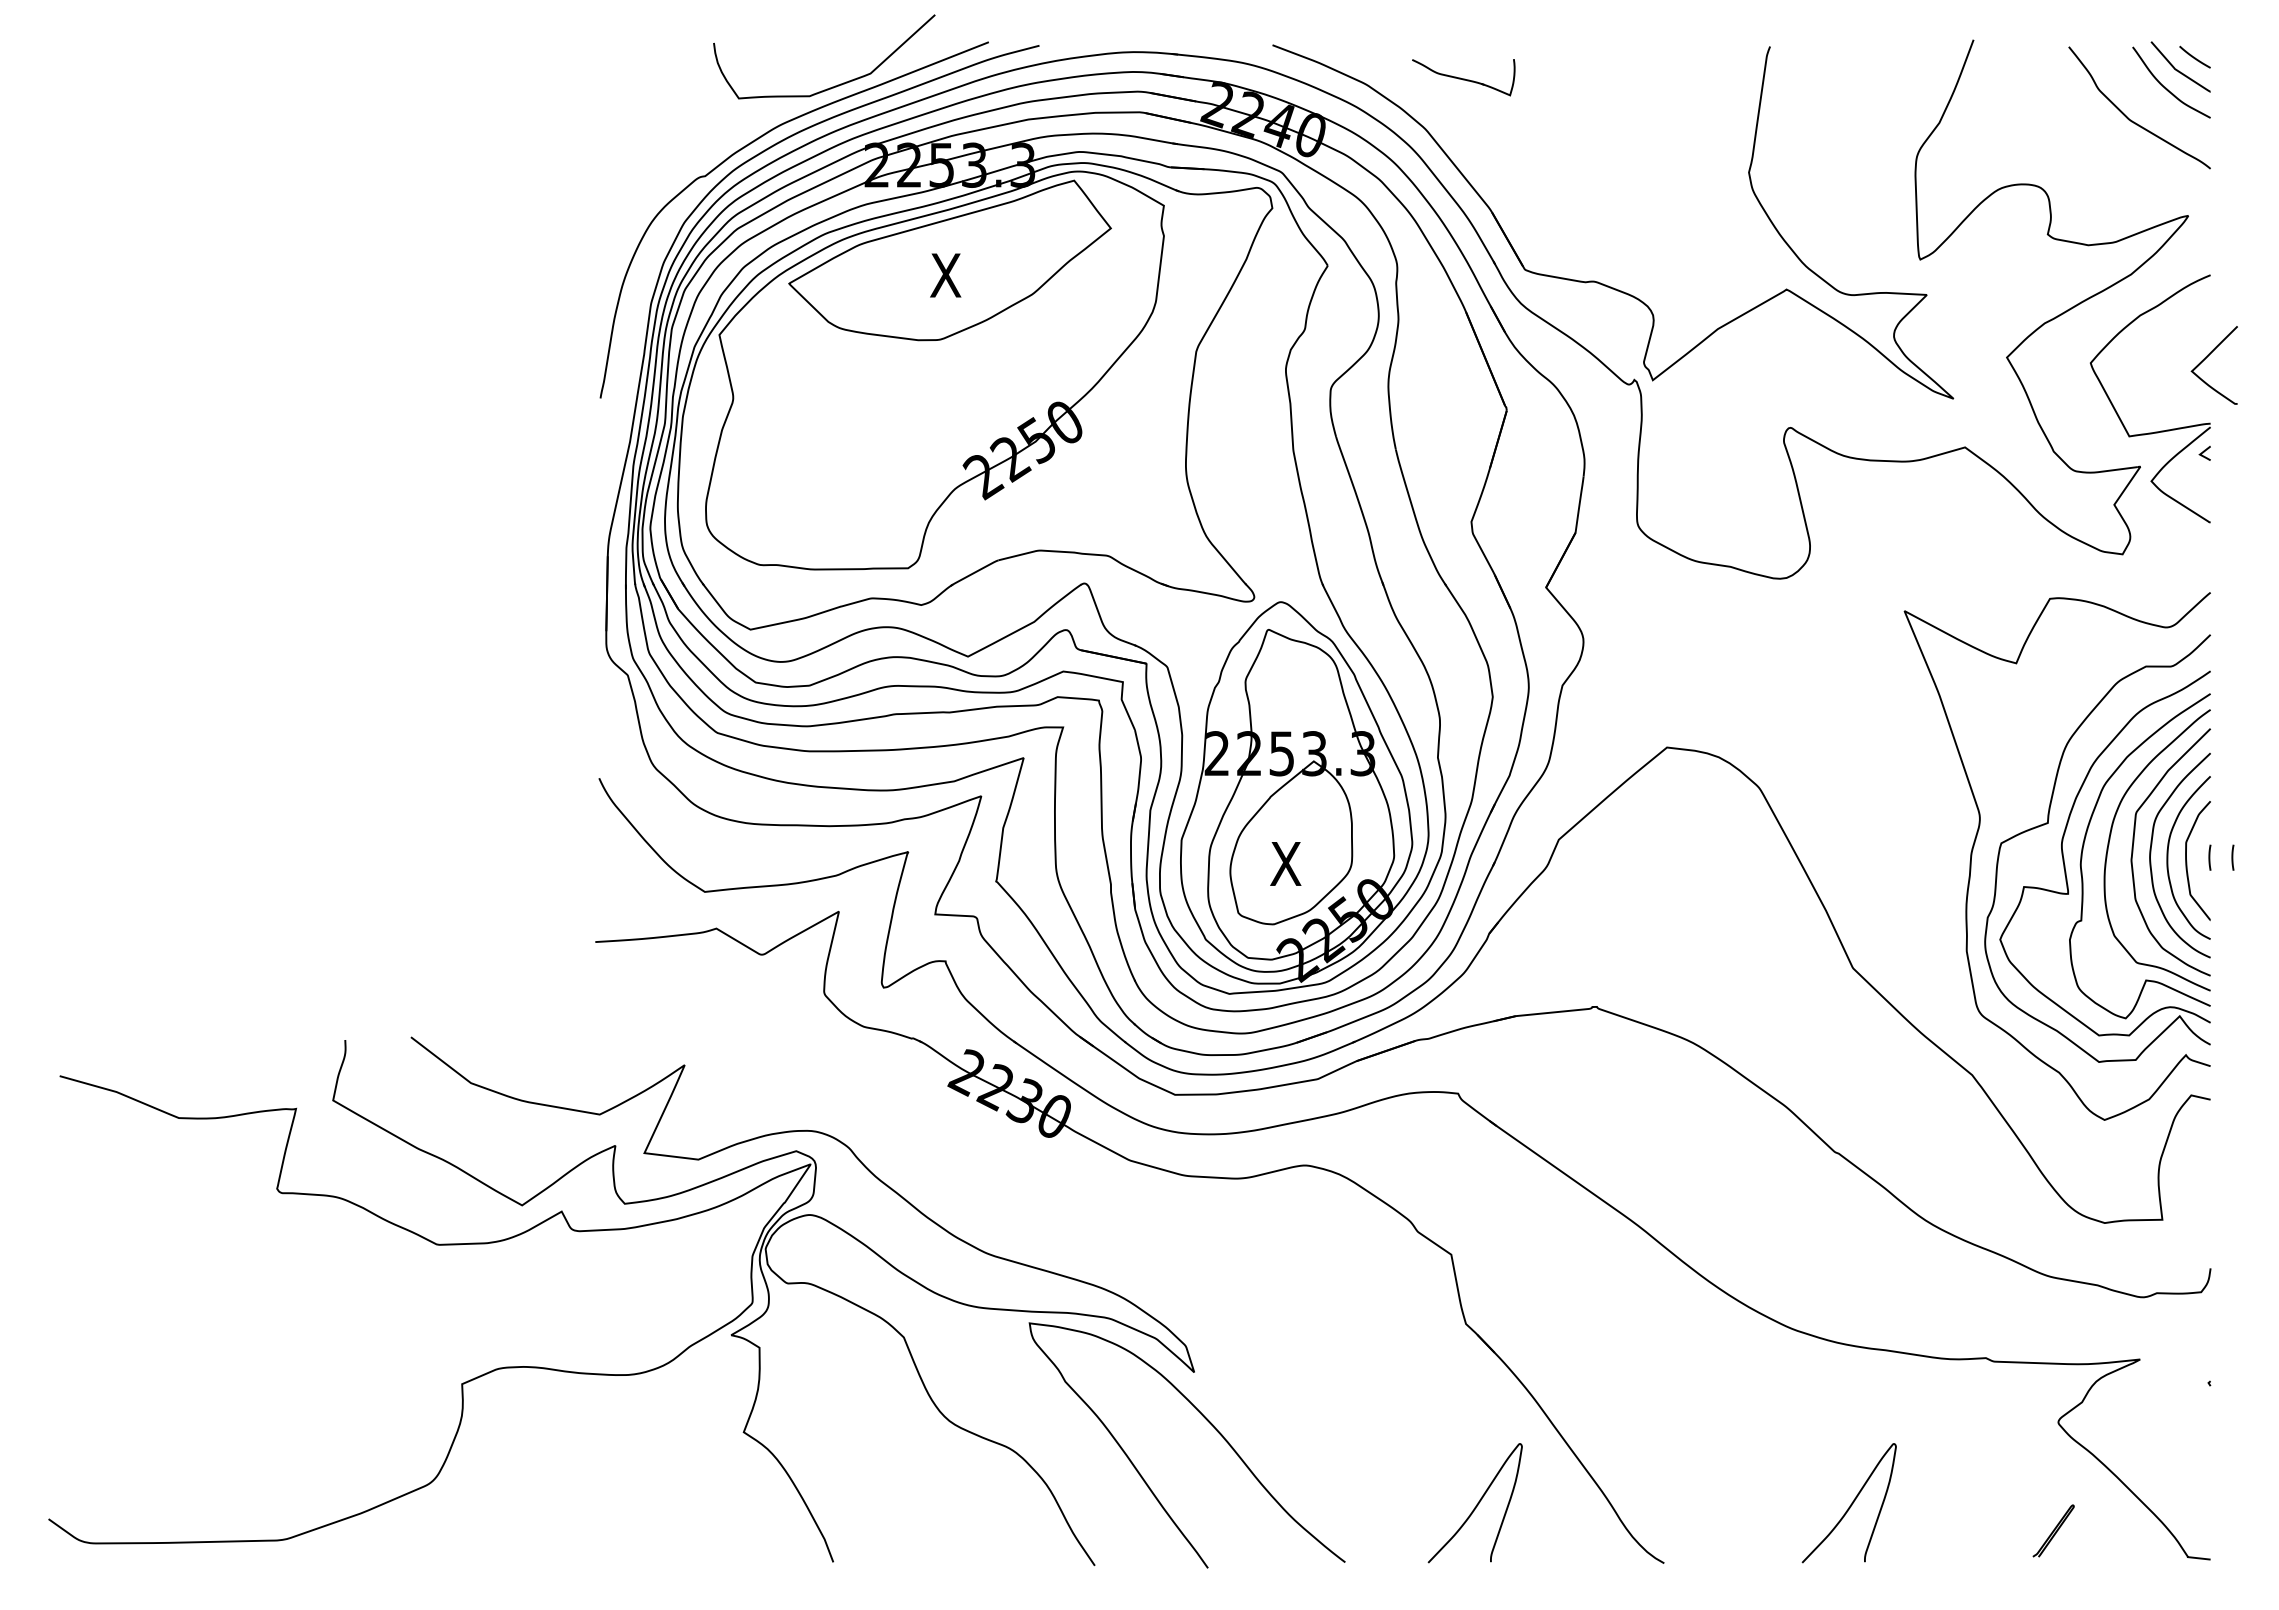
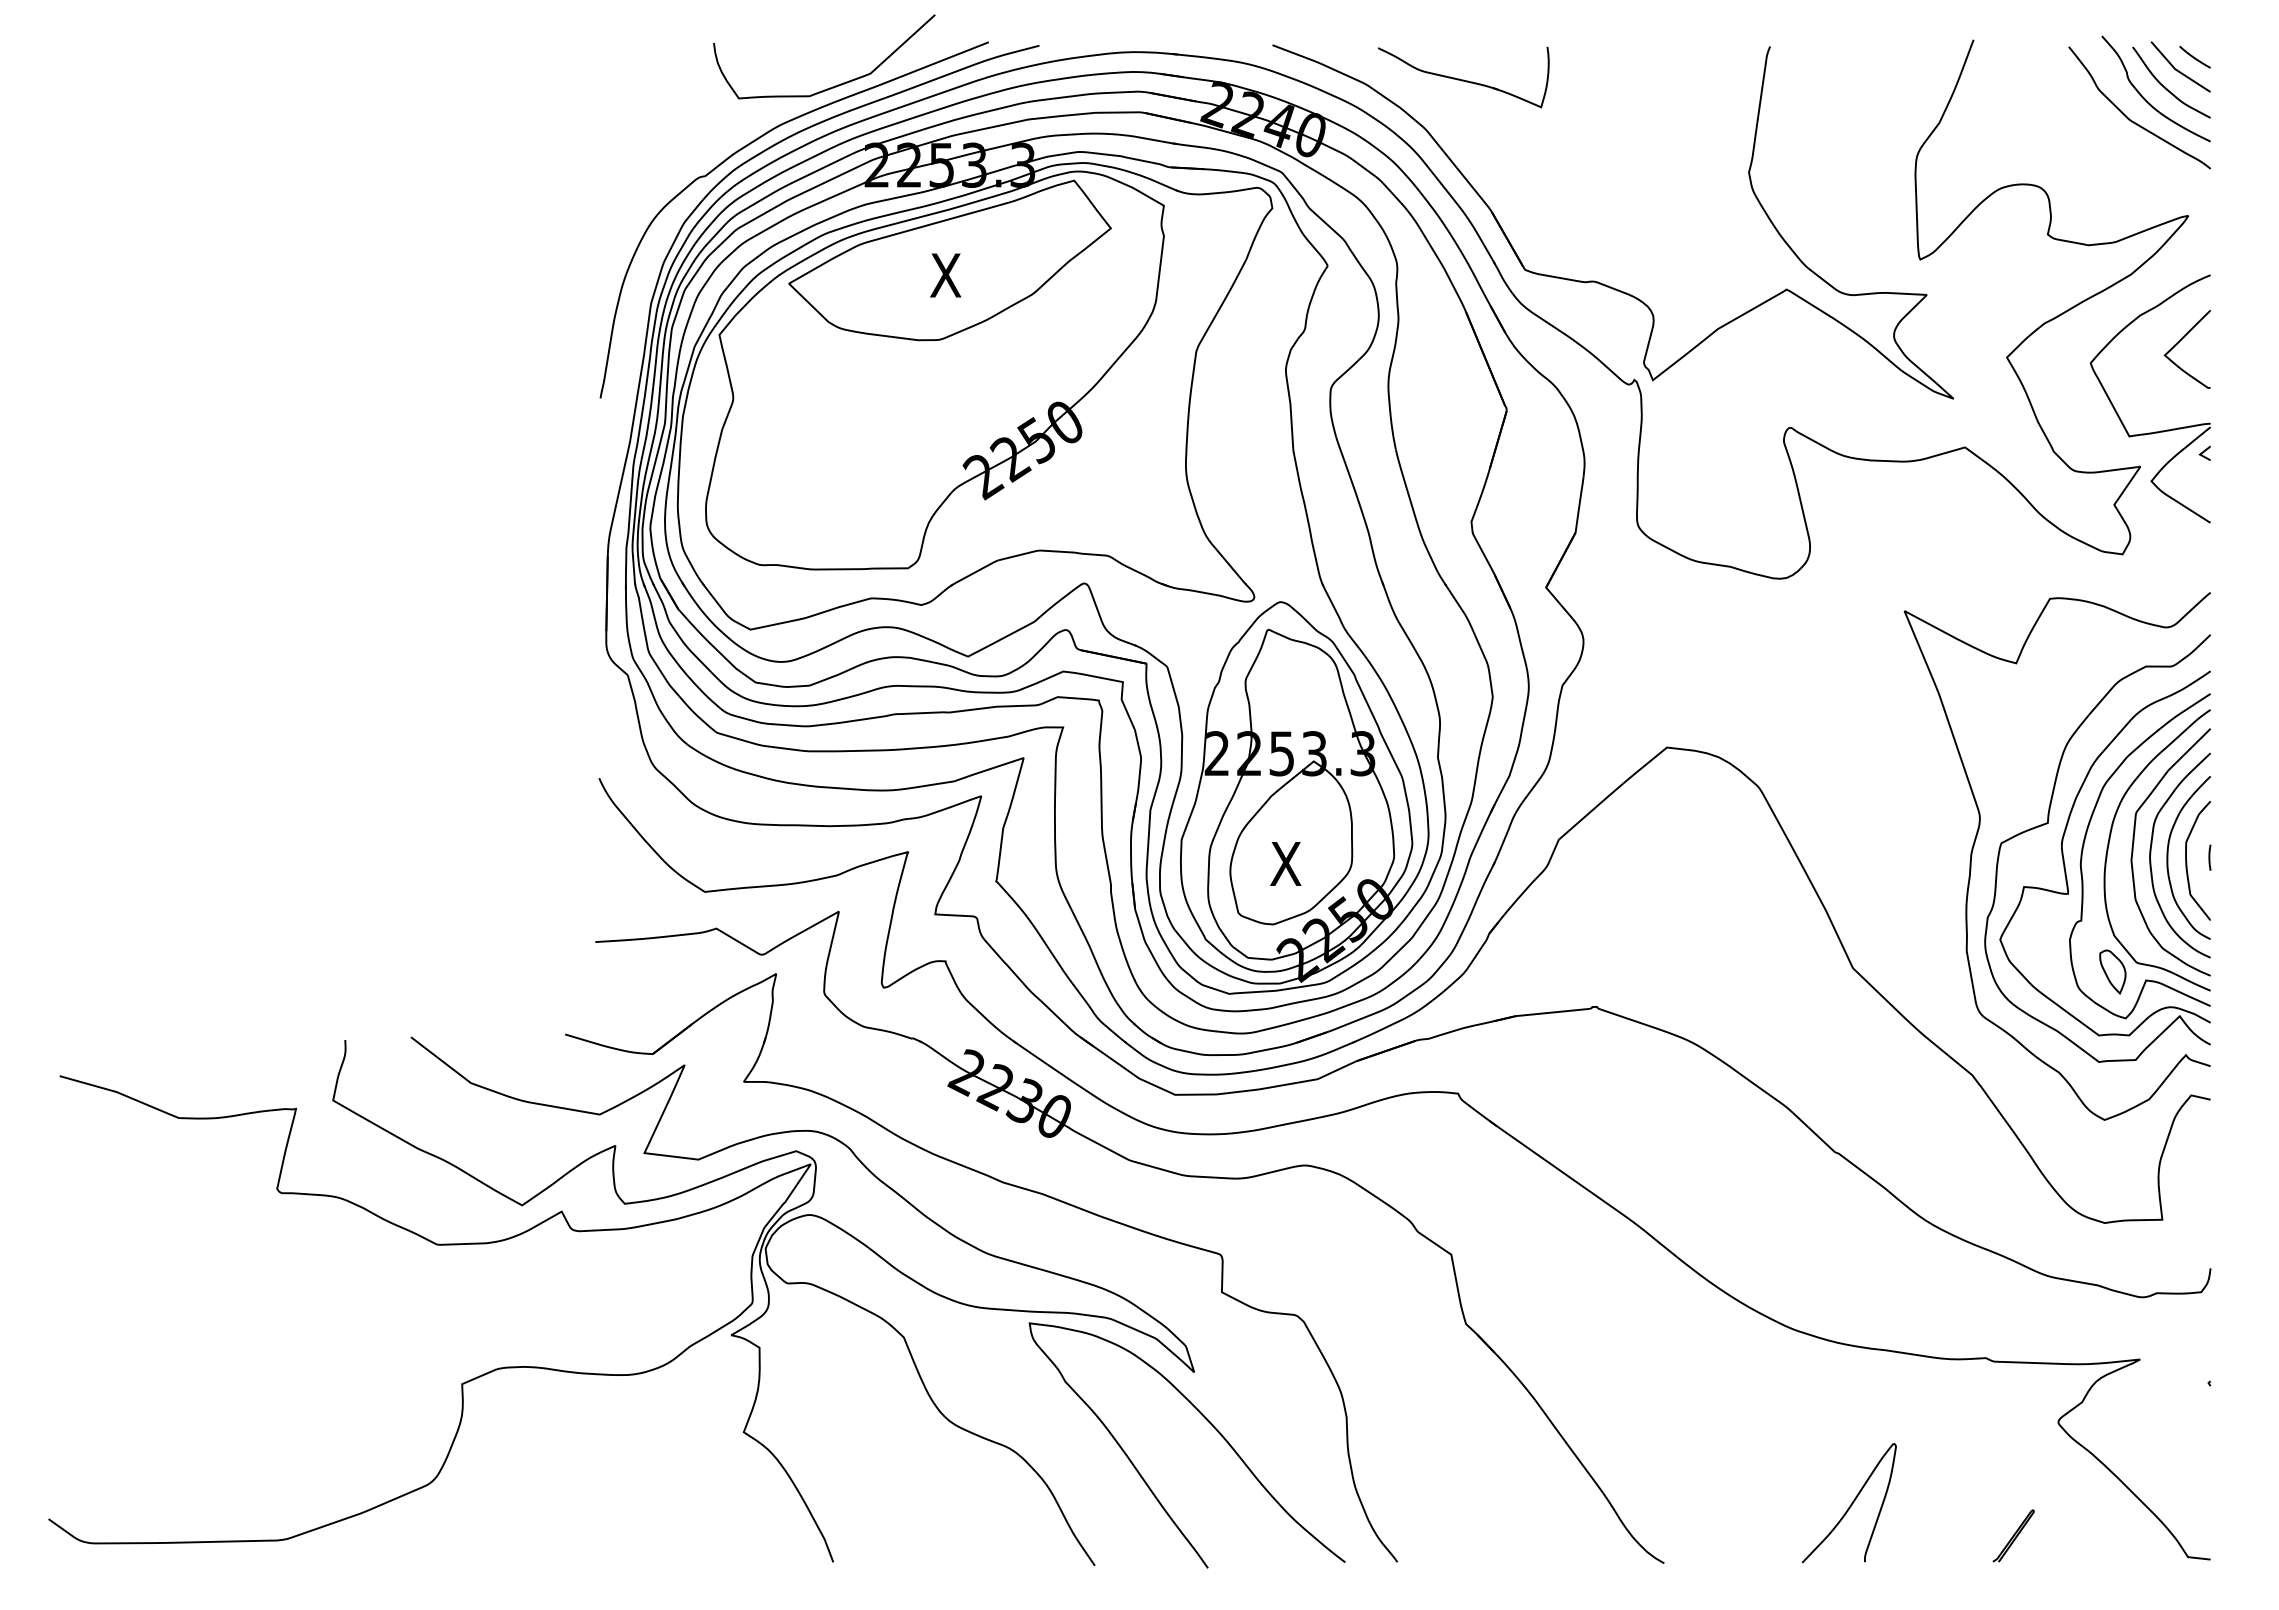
part at (1463, 77) size: 104x38 px -> 173x63 px
curve at (2145, 98): none -> present
curve at (2206, 358) position: (2206, 358) -> (2179, 342)
line at (2232, 857): present -> none
part at (2112, 971): none -> present
part at (1005, 1184): none -> present
curve at (1476, 1504): present -> none
curve at (2053, 1530) position: (2053, 1530) -> (2013, 1535)
